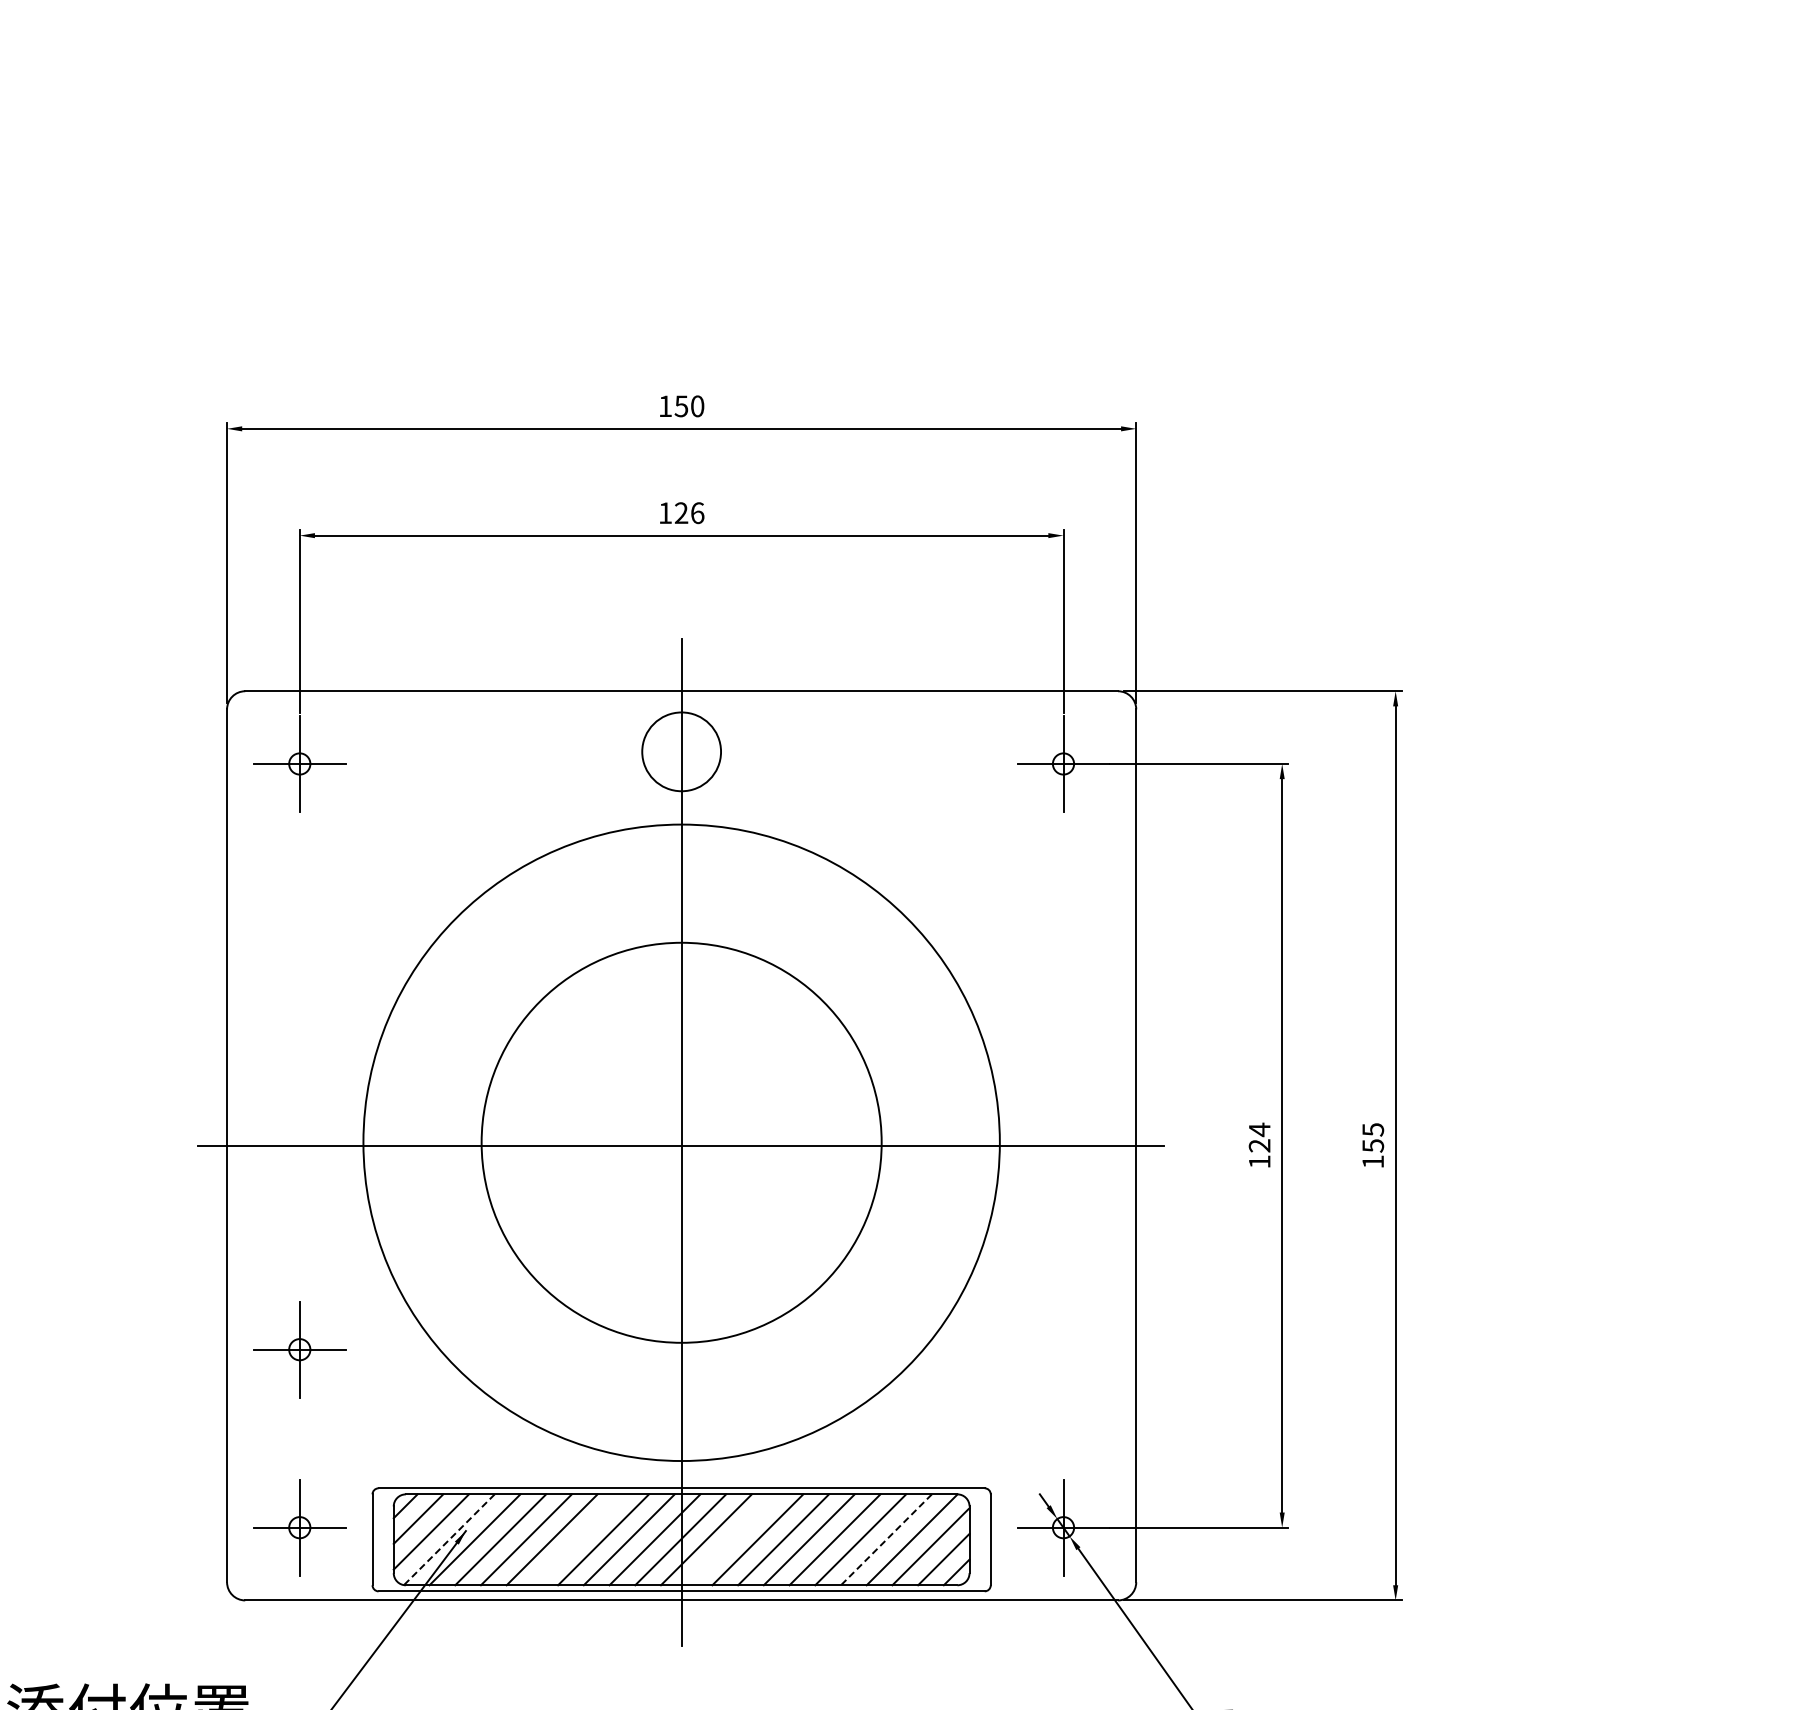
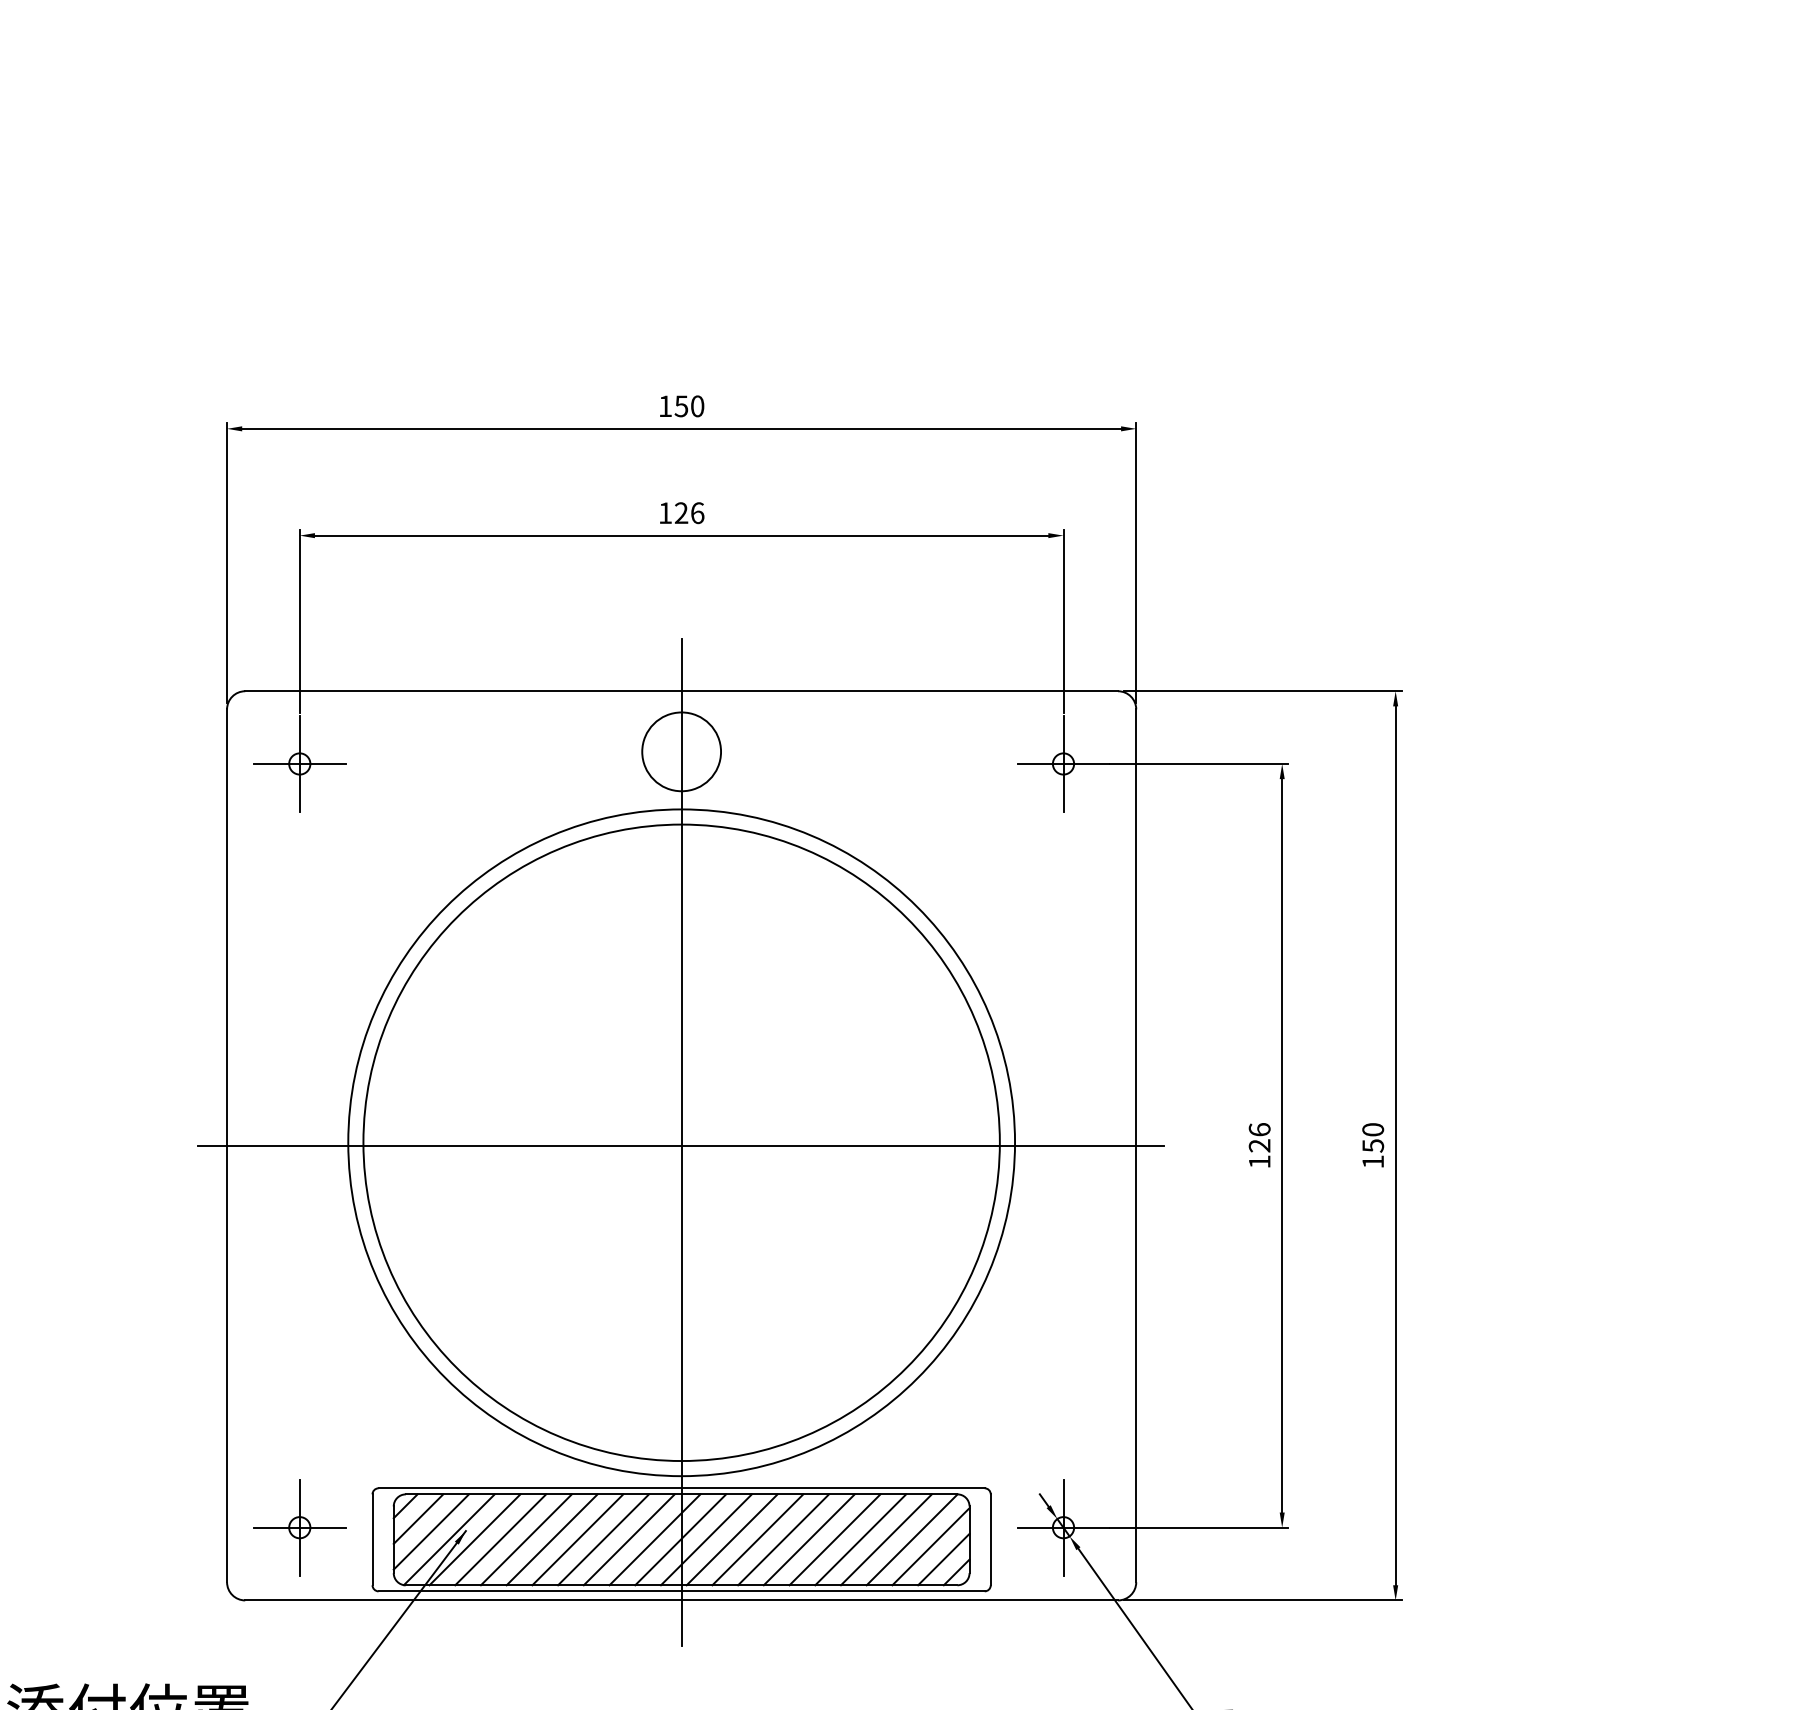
text at (1259, 1129): 124 -> 126
text at (1372, 1129): 155 -> 150
circle at (681, 1142) diameter: 400 px -> 667 px
part at (299, 1349): present -> none
line at (577, 1539): none -> present
line at (731, 1539): none -> present
line at (449, 1540): dashed -> solid
line at (886, 1540): dashed -> solid
